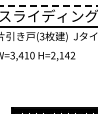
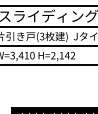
line at (49, 5): dashed -> solid
line at (48, 46): none -> present
line at (48, 65): none -> present
